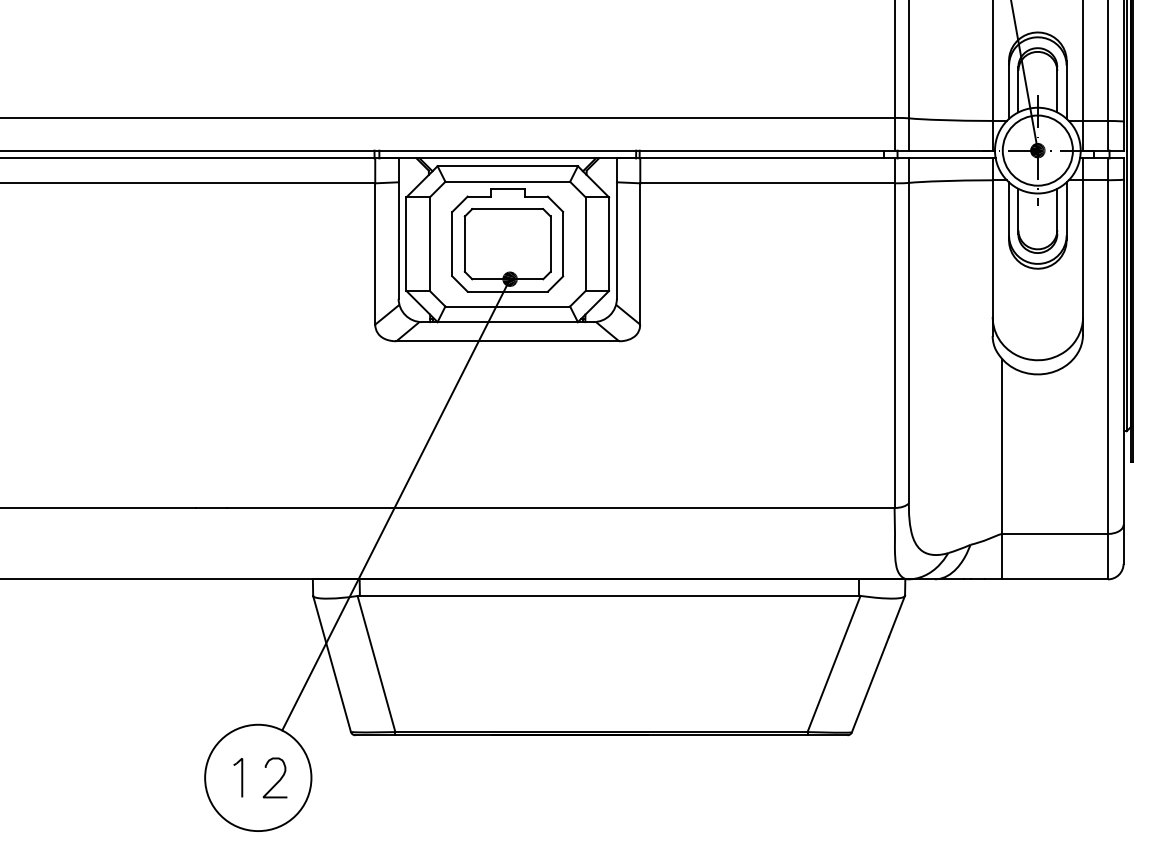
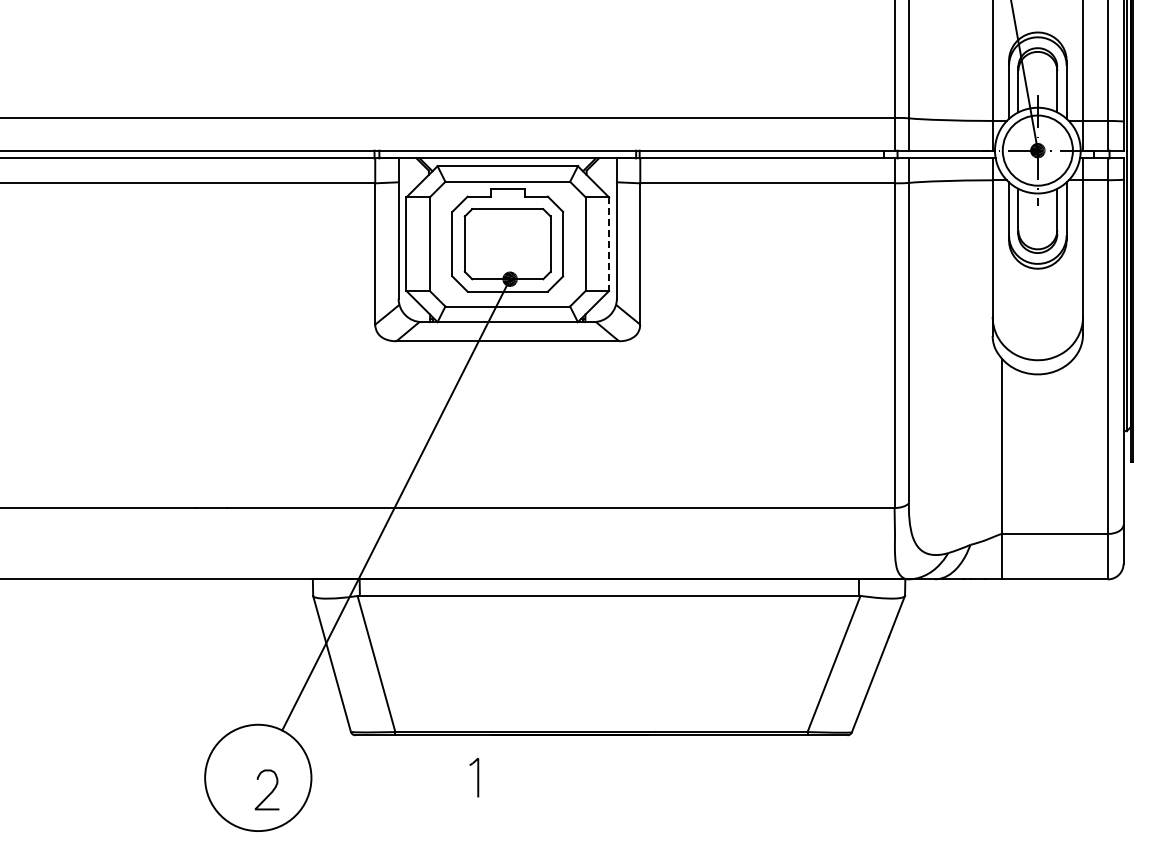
line at (609, 244): solid -> dashed
part at (238, 777) position: (238, 777) -> (474, 777)
curve at (278, 780) position: (278, 780) -> (270, 792)
